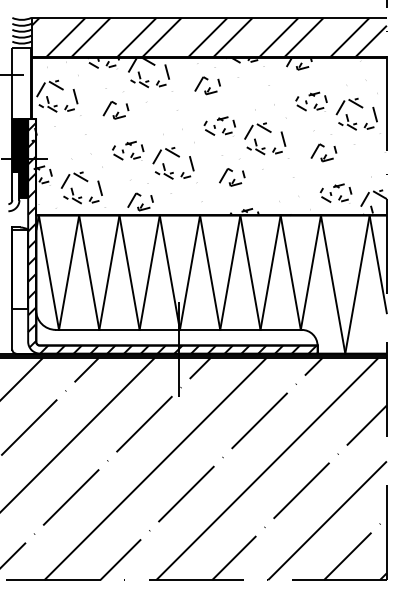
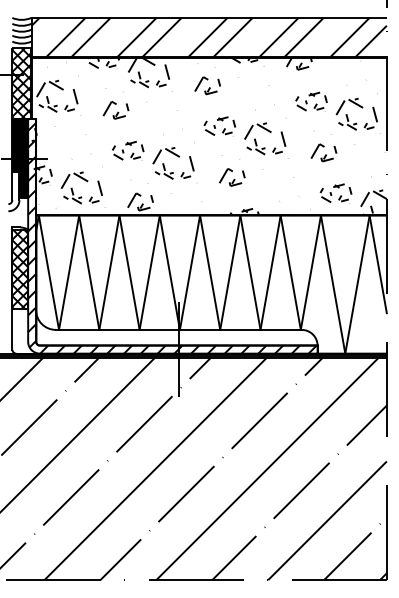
hatch at (21, 82): none -> present
hatch at (19, 269): none -> present
